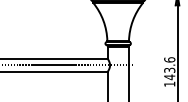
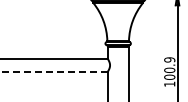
line at (67, 65): present -> none
text at (169, 68): 143.6 -> 100.9
line at (53, 72): solid -> dashed
